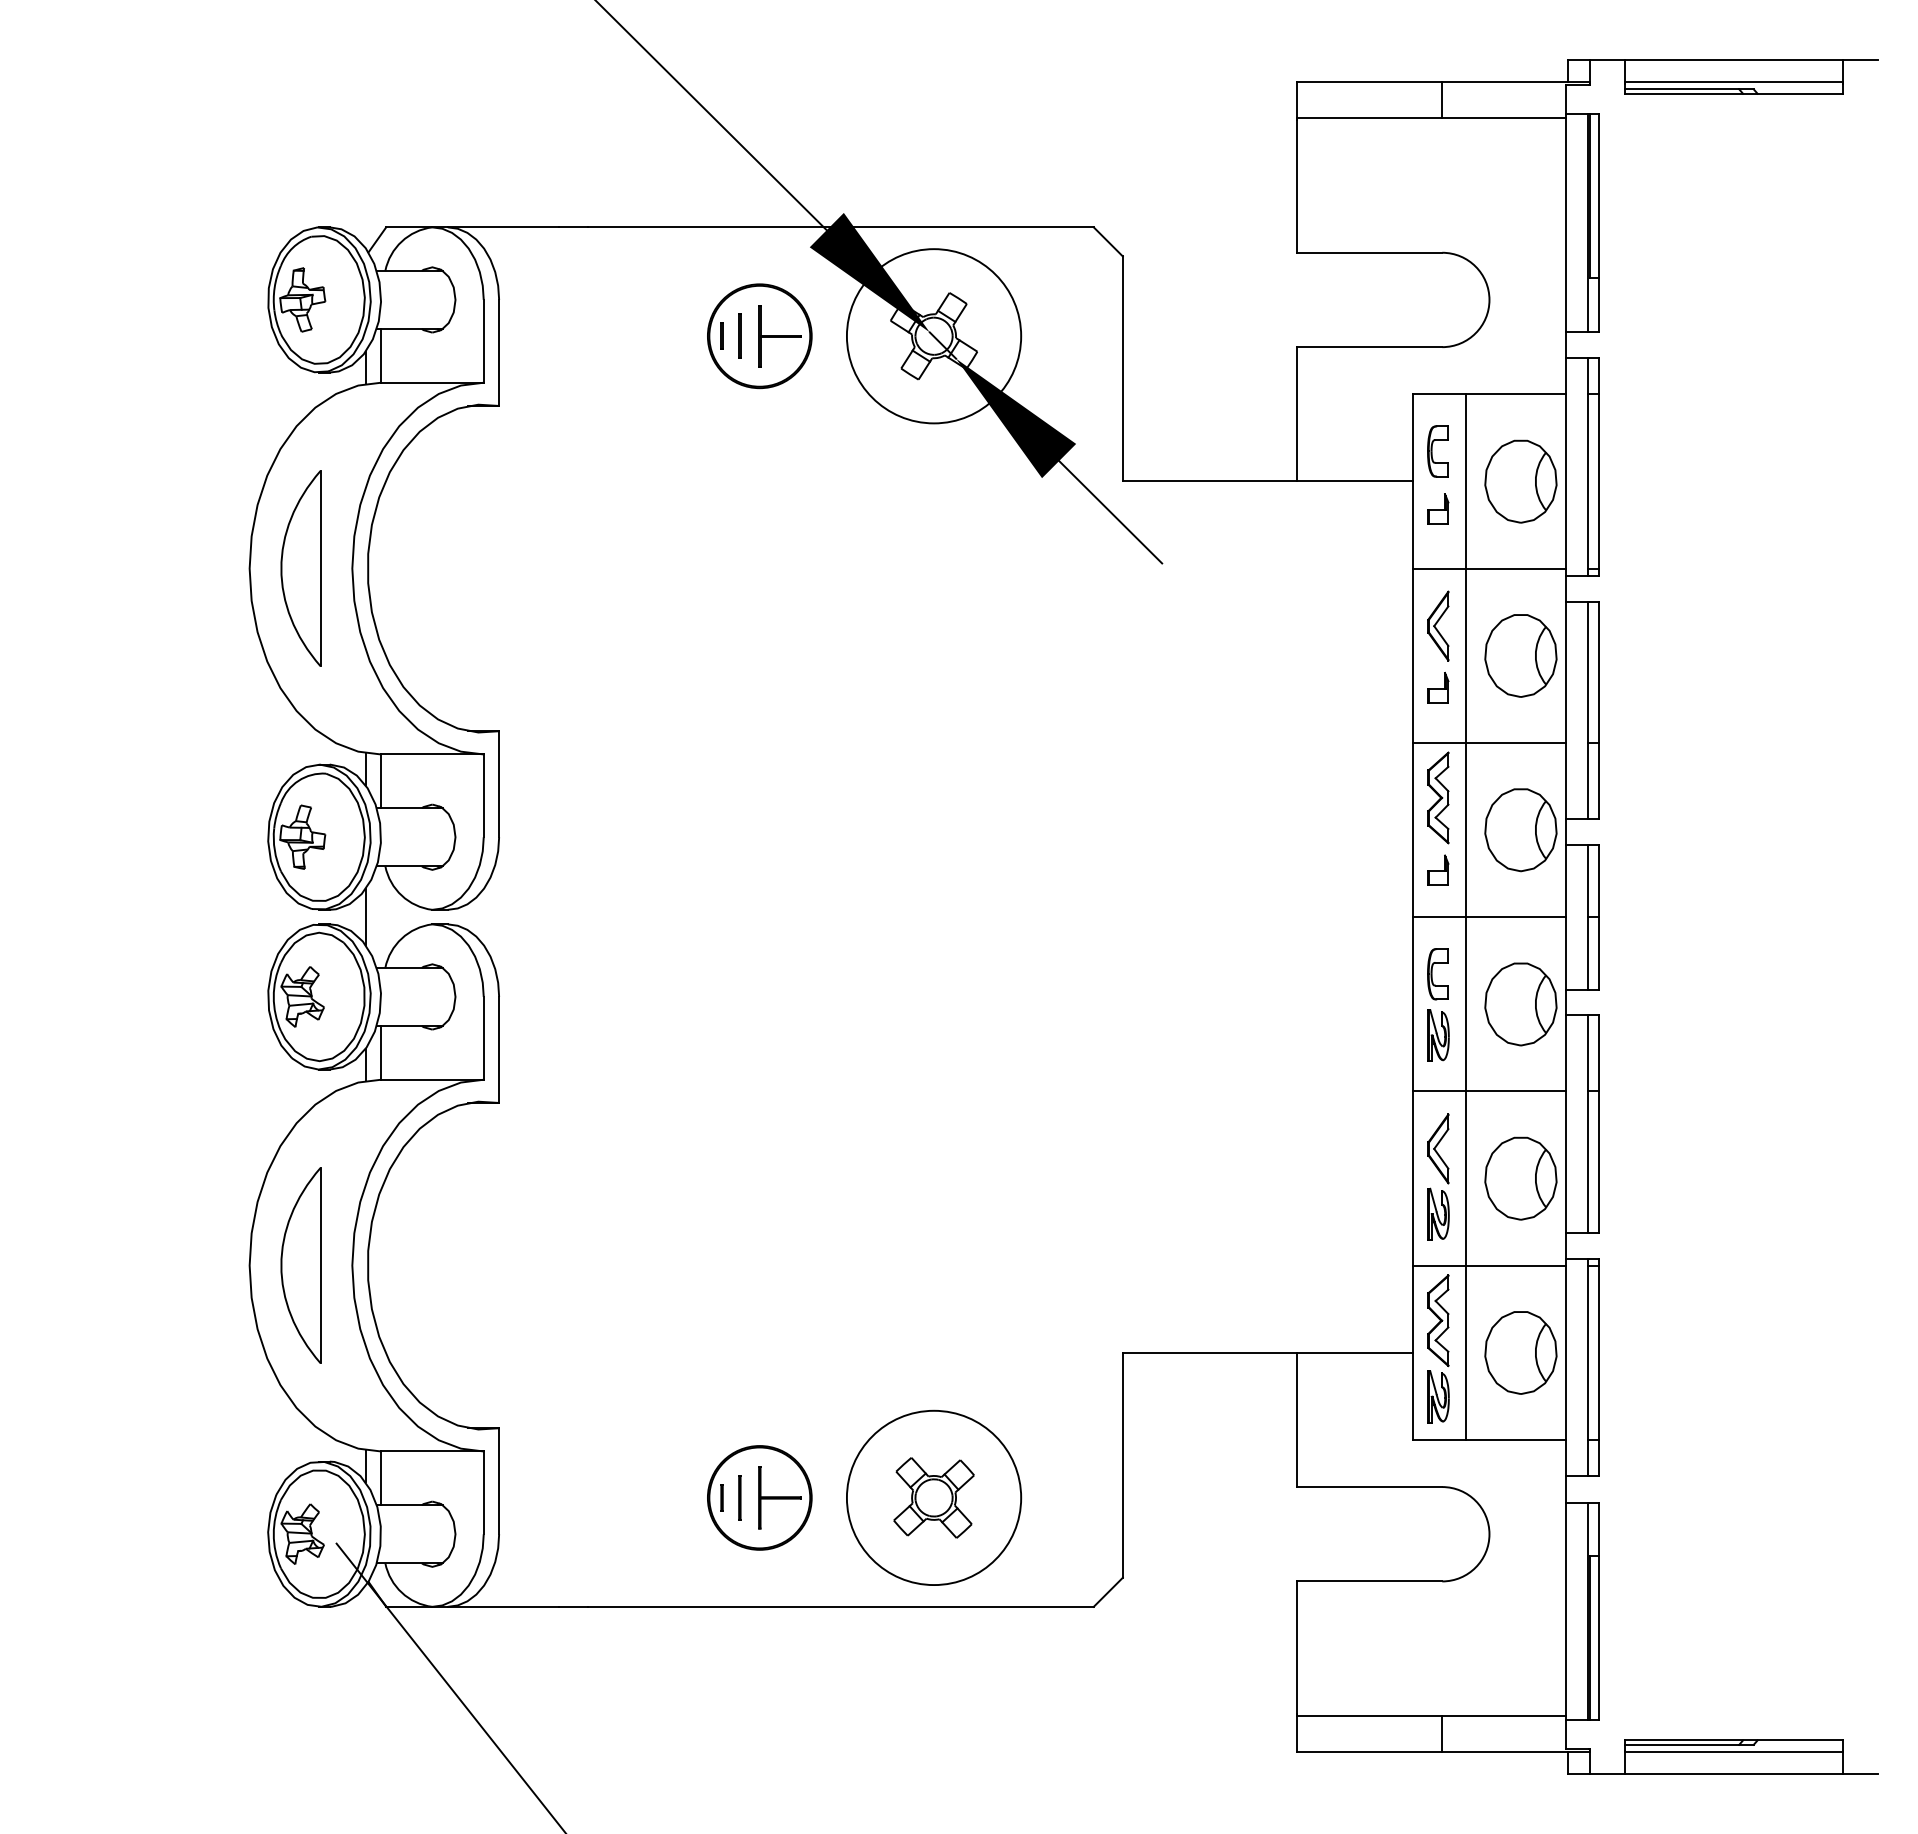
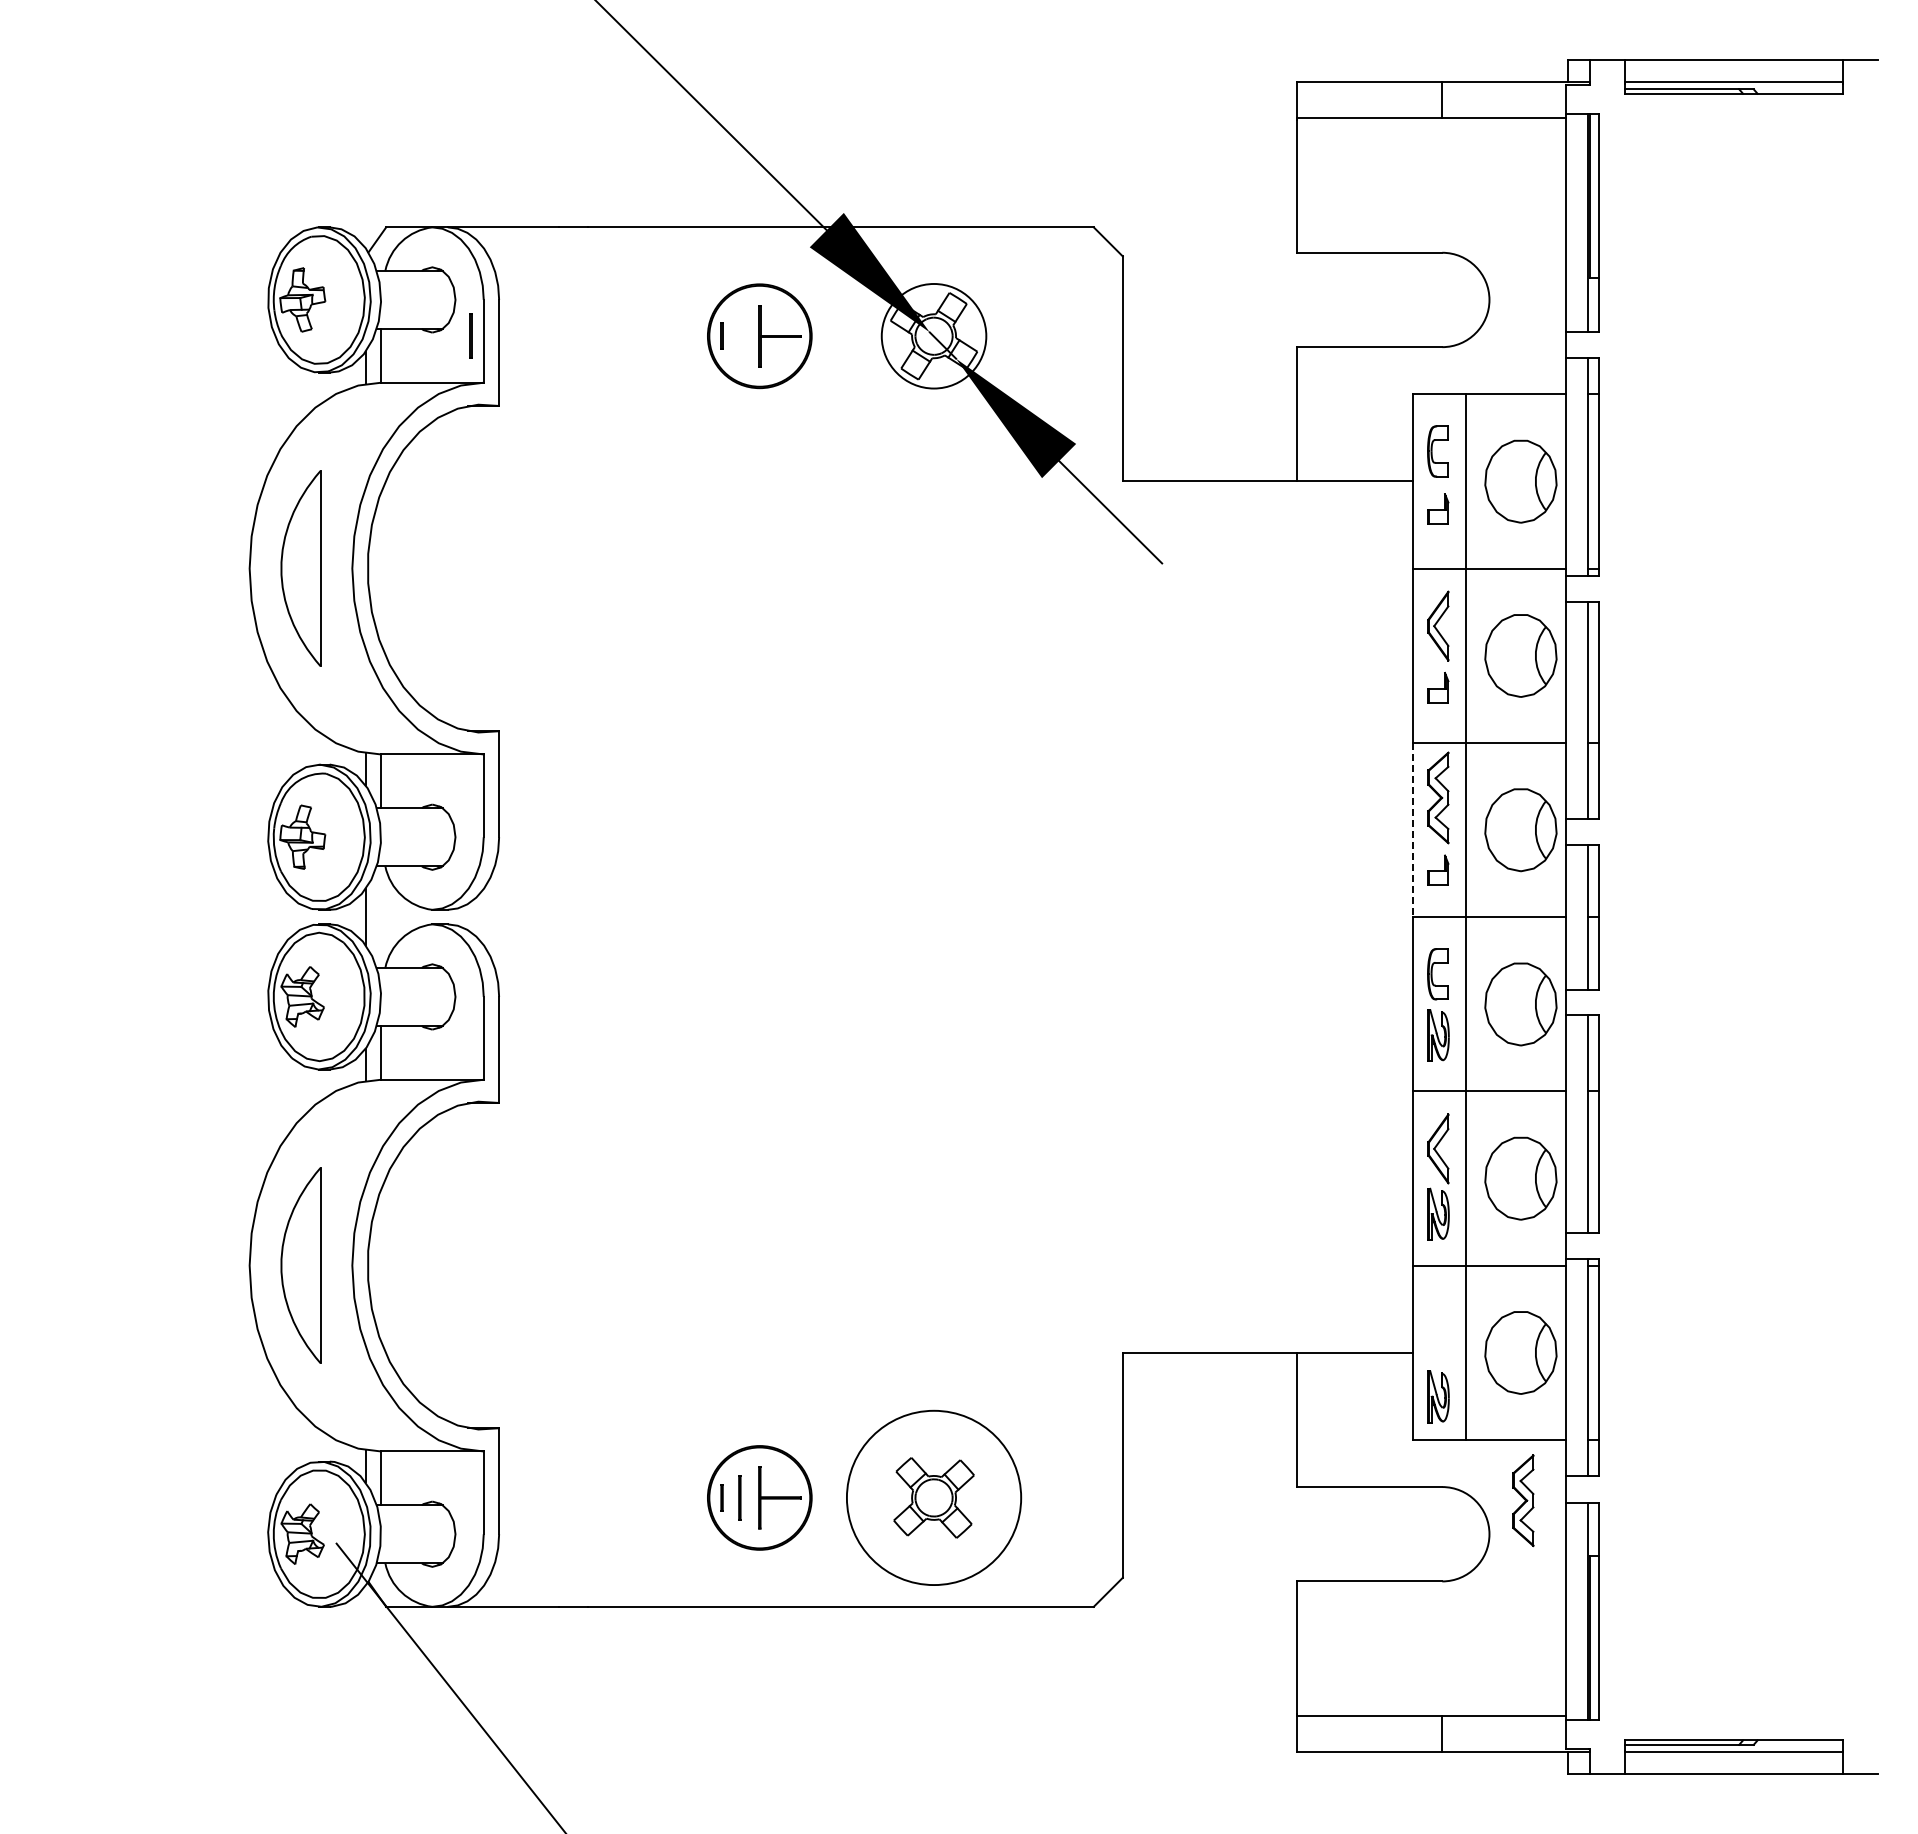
line at (739, 335) position: (739, 335) -> (470, 335)
circle at (933, 336) diameter: 174 px -> 105 px
line at (1413, 830): solid -> dashed
part at (1438, 1320) position: (1438, 1320) -> (1523, 1500)
